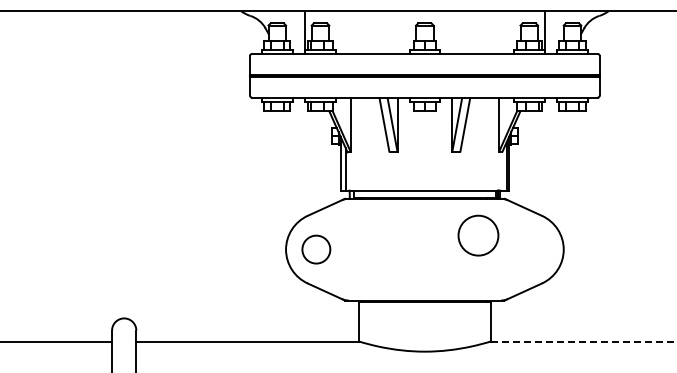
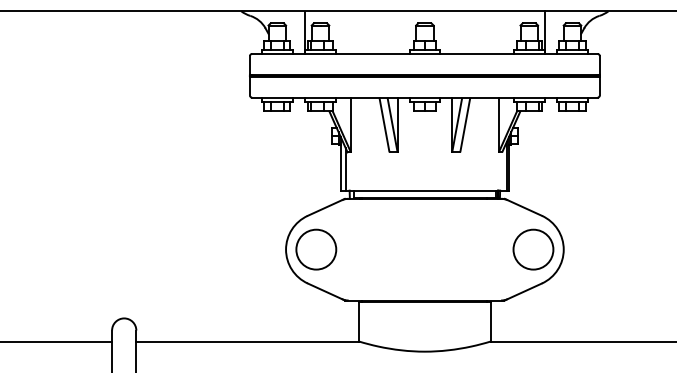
circle at (478, 235) position: (478, 235) -> (533, 249)
circle at (316, 249) size: 31x31 px -> 43x43 px
line at (583, 341): dashed -> solid
